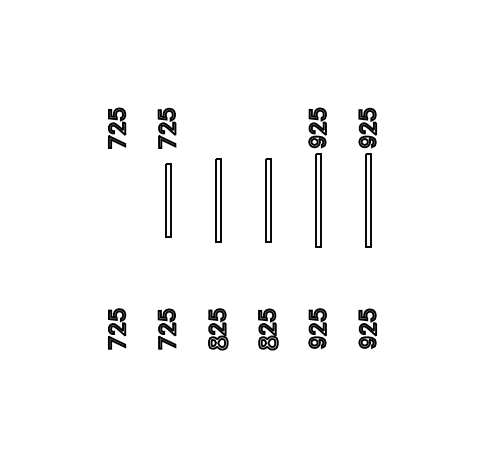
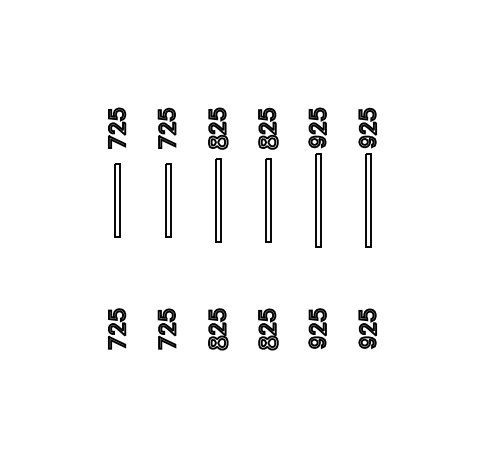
part at (218, 128): none -> present
part at (268, 128): none -> present
part at (117, 200): none -> present
